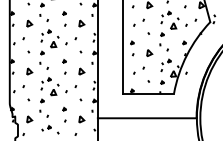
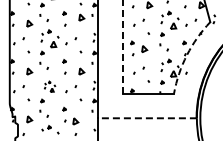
line at (81, 23) position: (81, 23) -> (81, 17)
line at (122, 46): solid -> dashed
line at (149, 52) position: (149, 52) -> (144, 48)
arc at (186, 55): solid -> dashed
part at (49, 86) size: 20x20 px -> 13x13 px
line at (81, 118) position: (81, 118) -> (75, 120)
line at (147, 118): solid -> dashed
